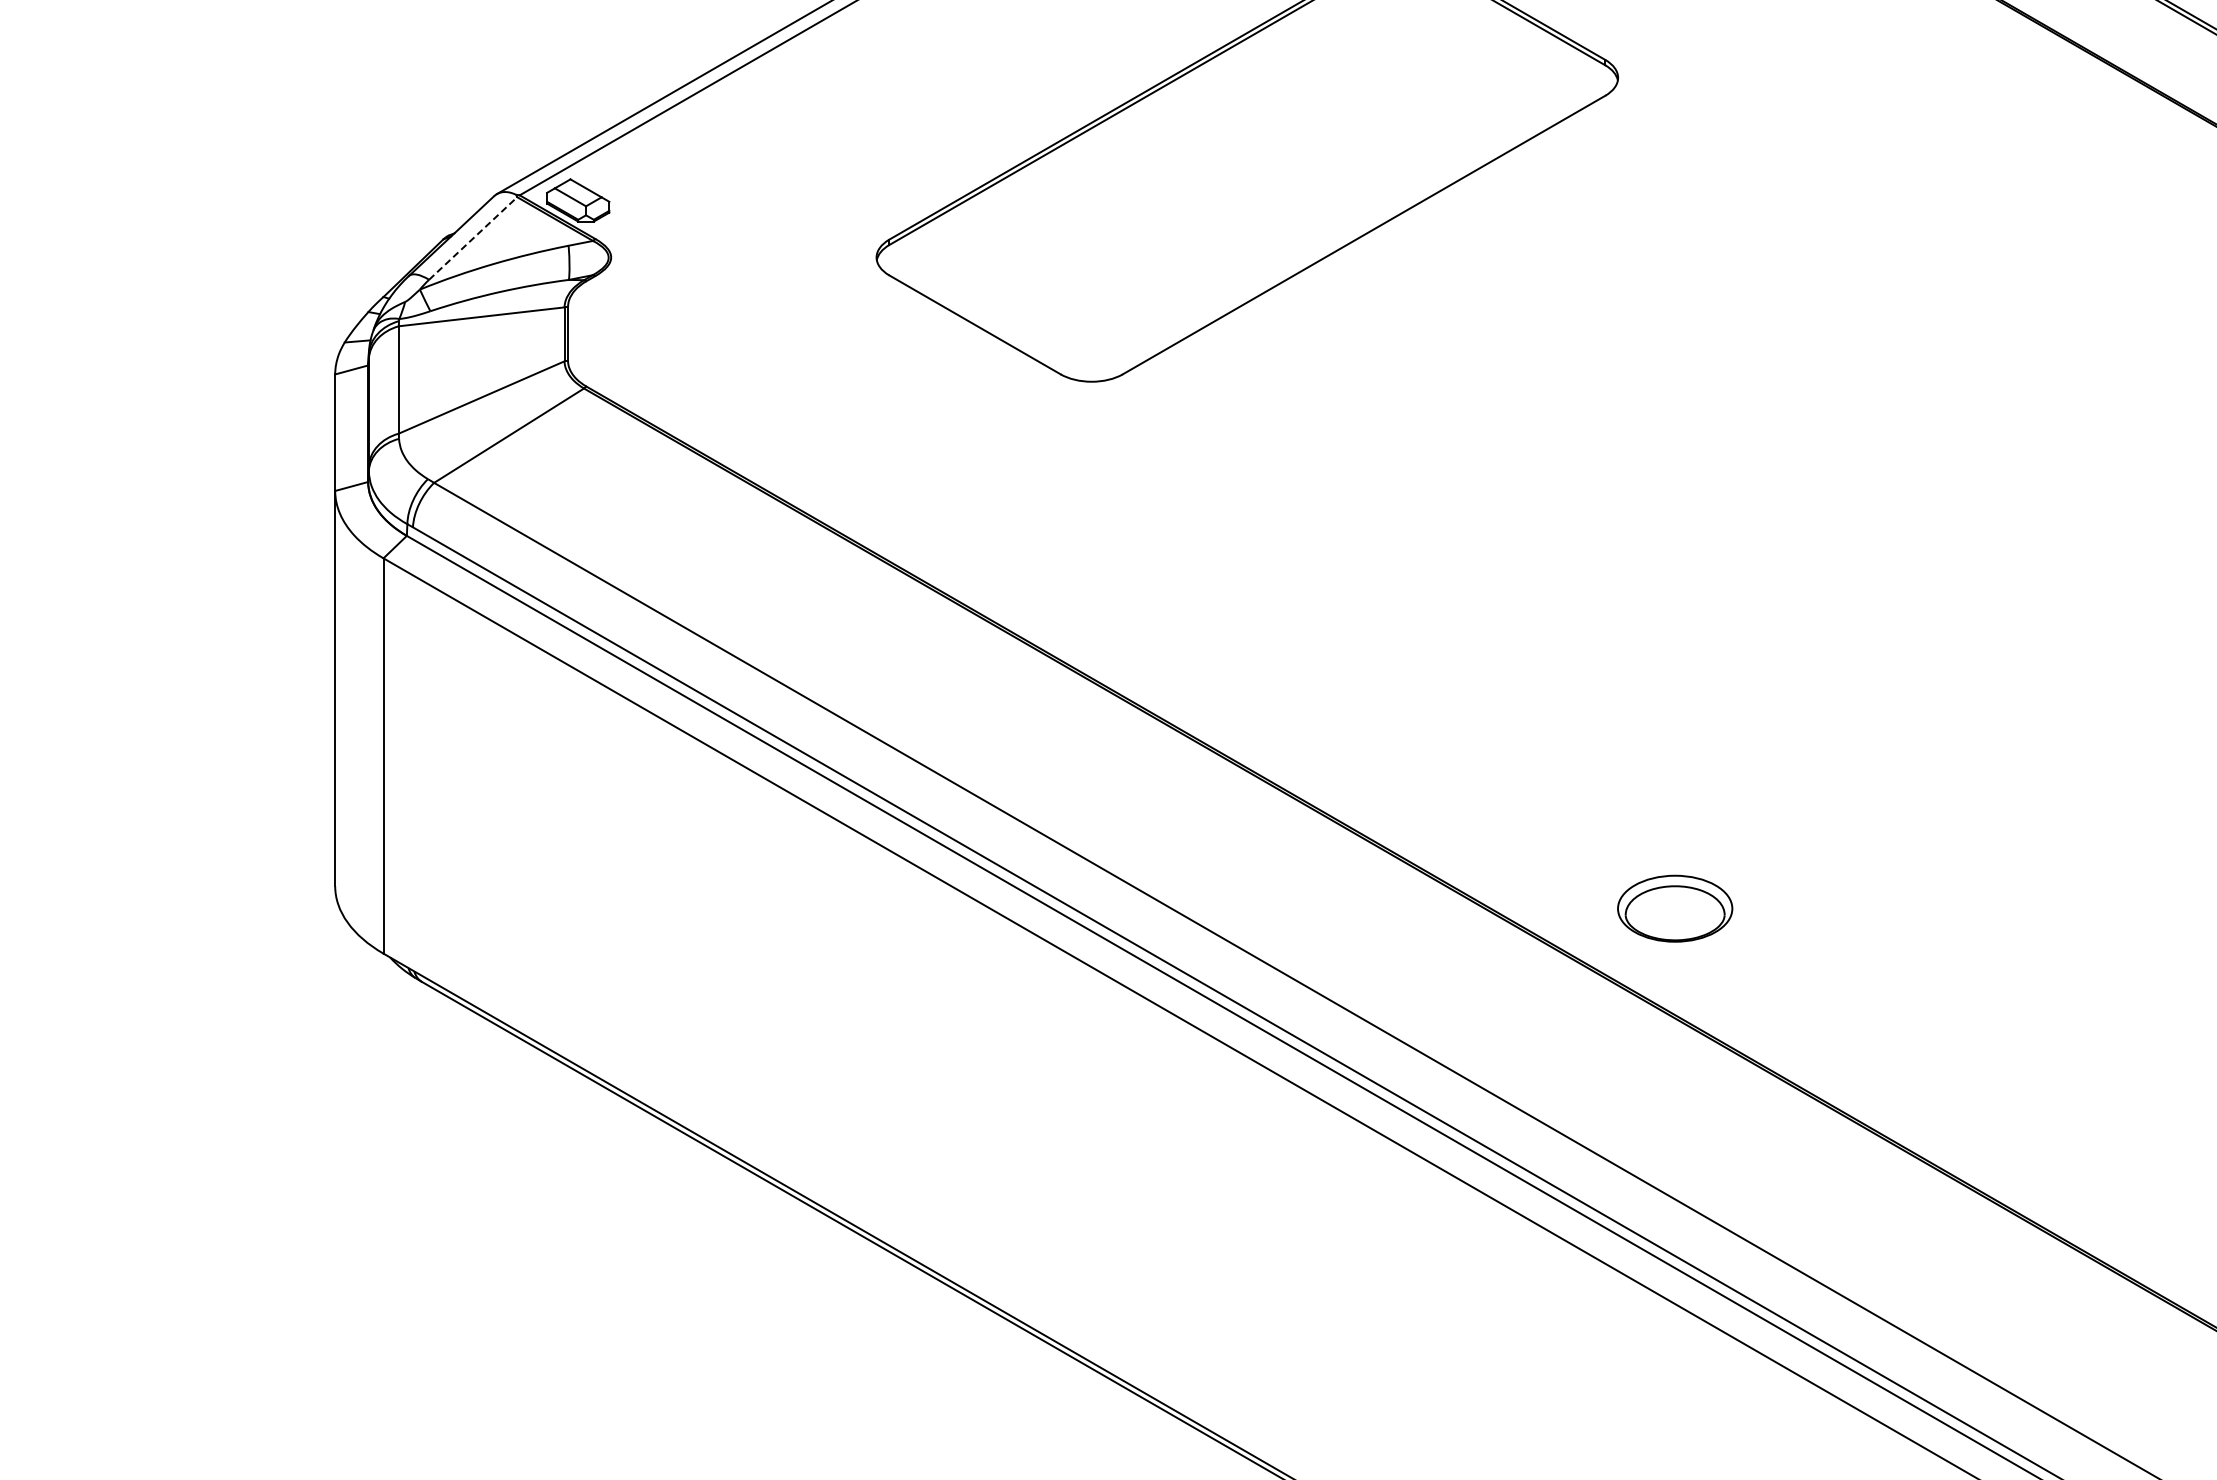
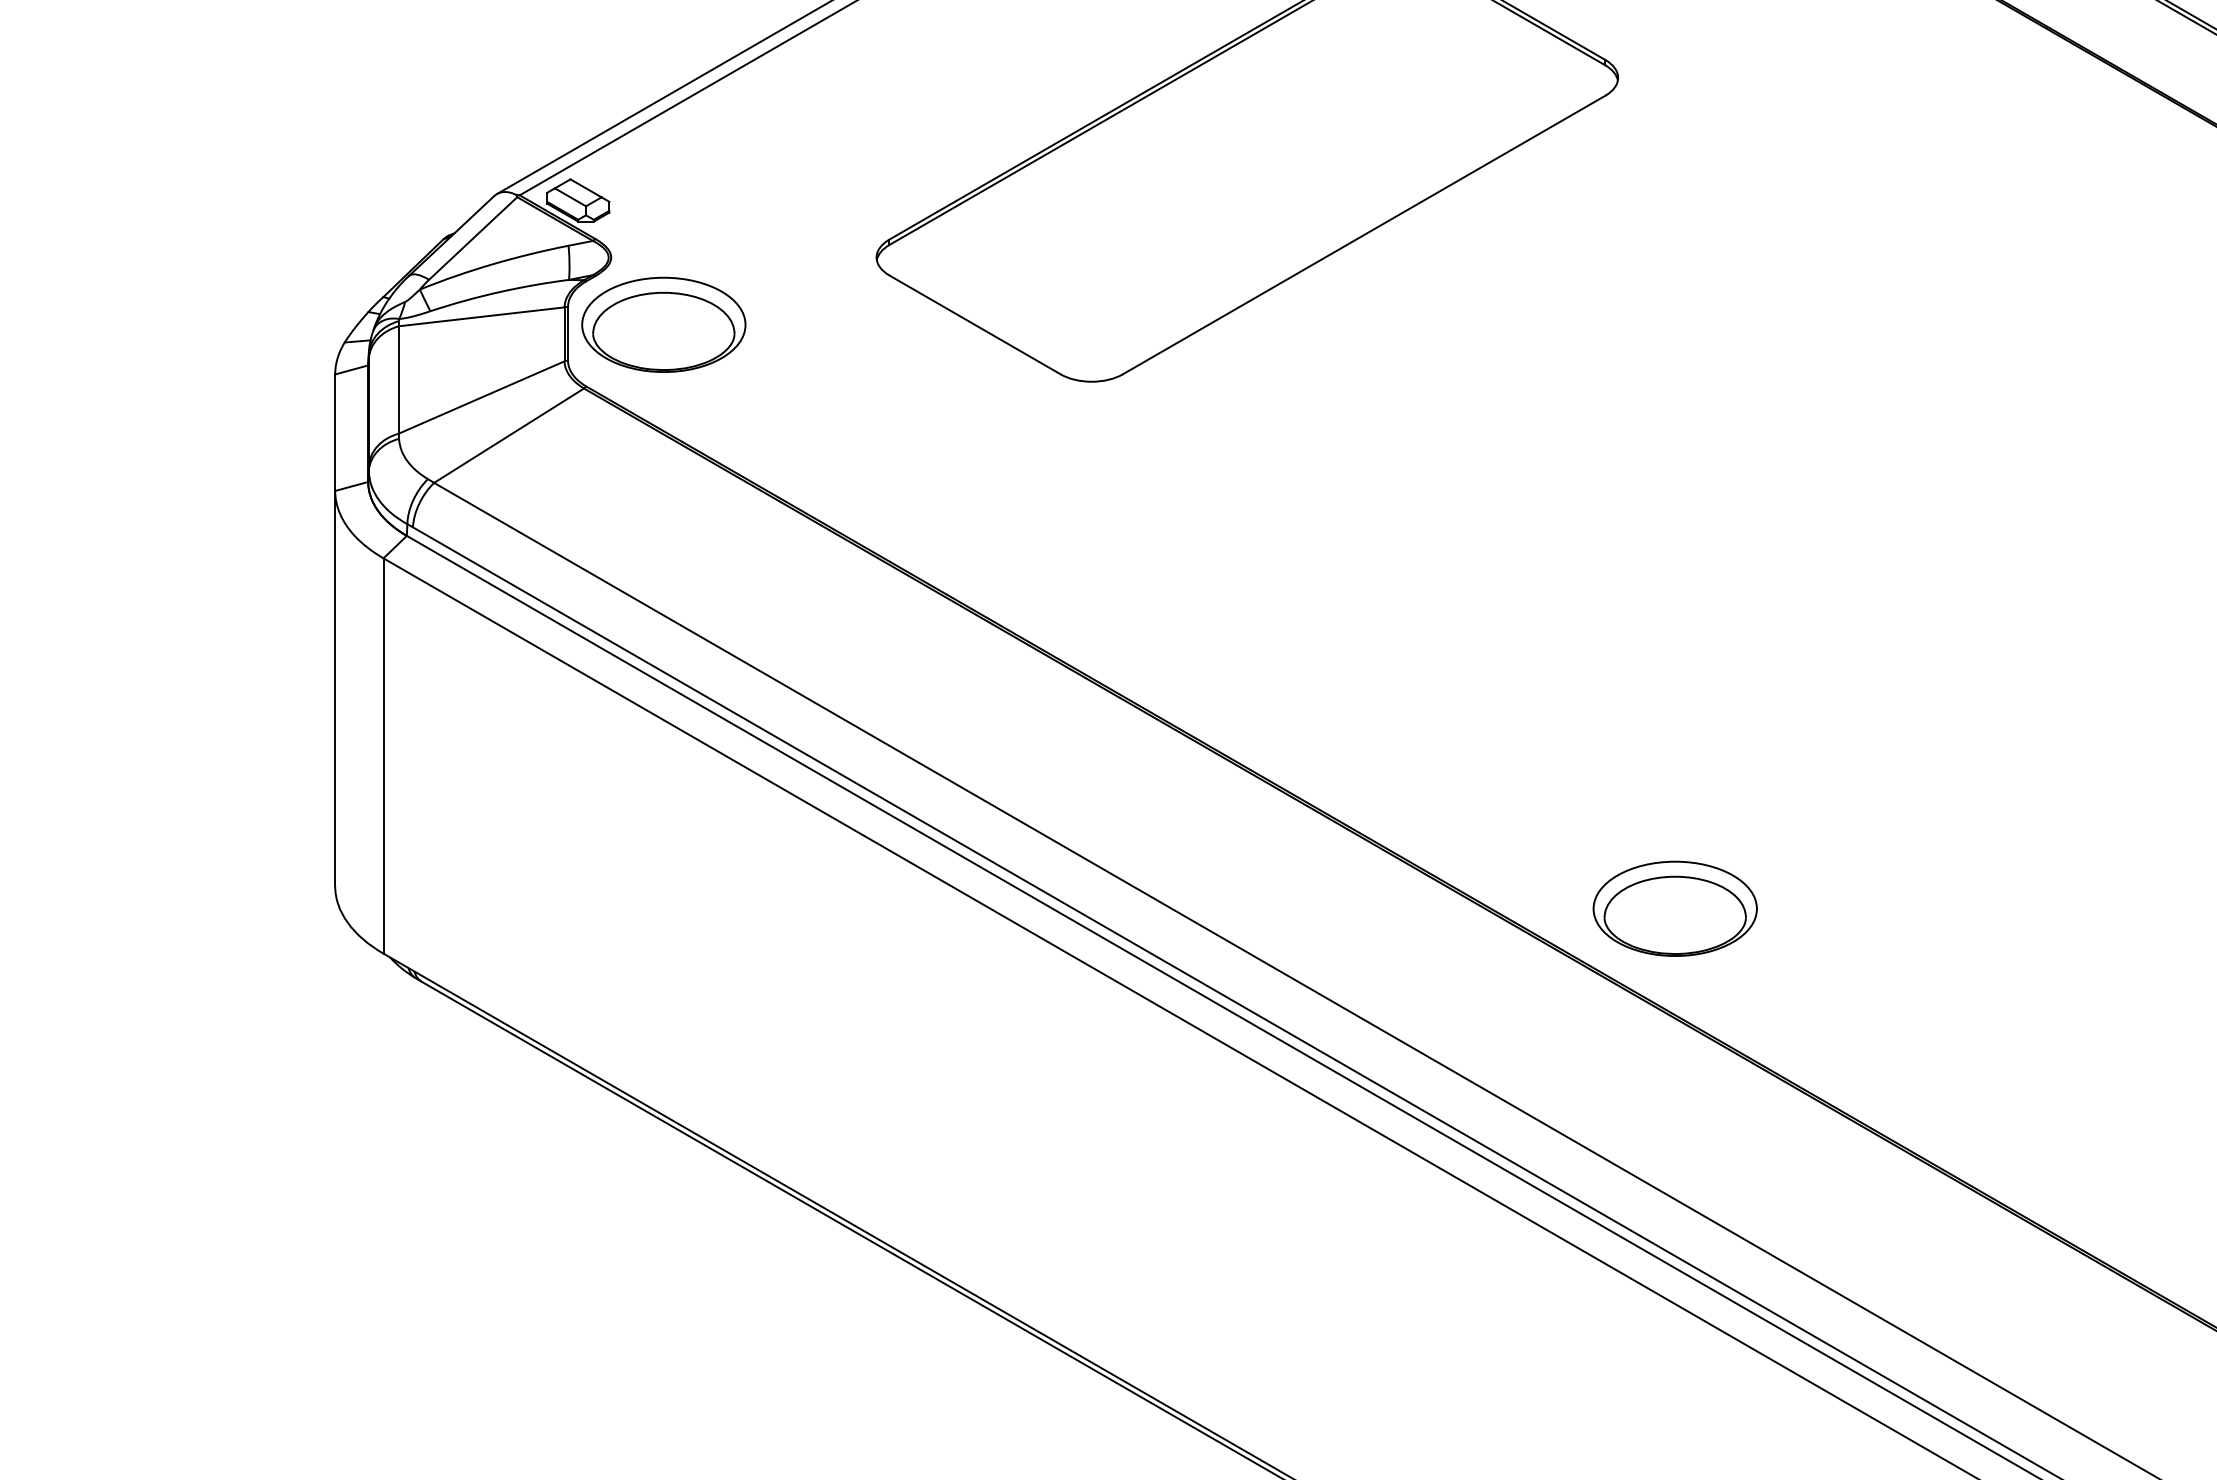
line at (473, 238): dashed -> solid
part at (663, 324): none -> present
part at (1675, 908) size: 117x69 px -> 166x97 px
